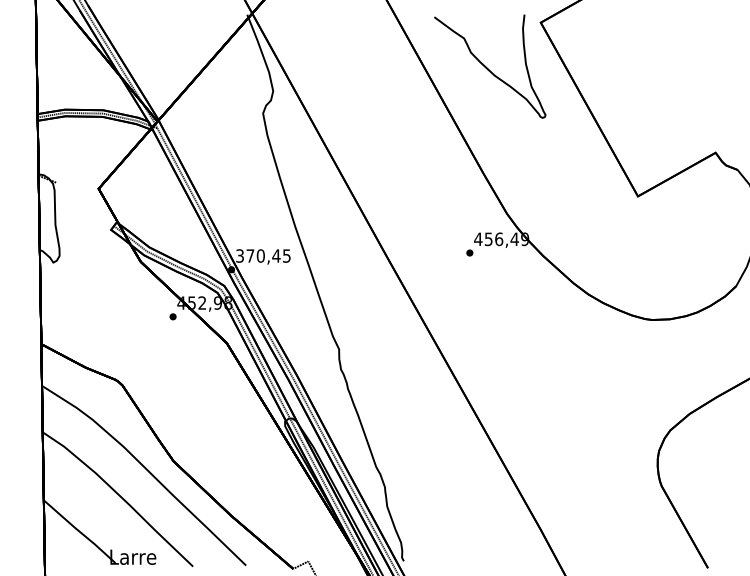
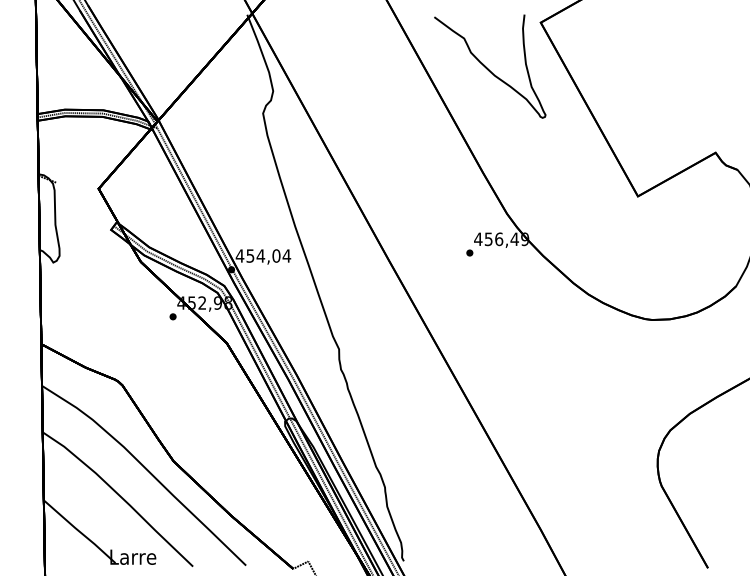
text at (263, 255): 370,45 -> 454,04
